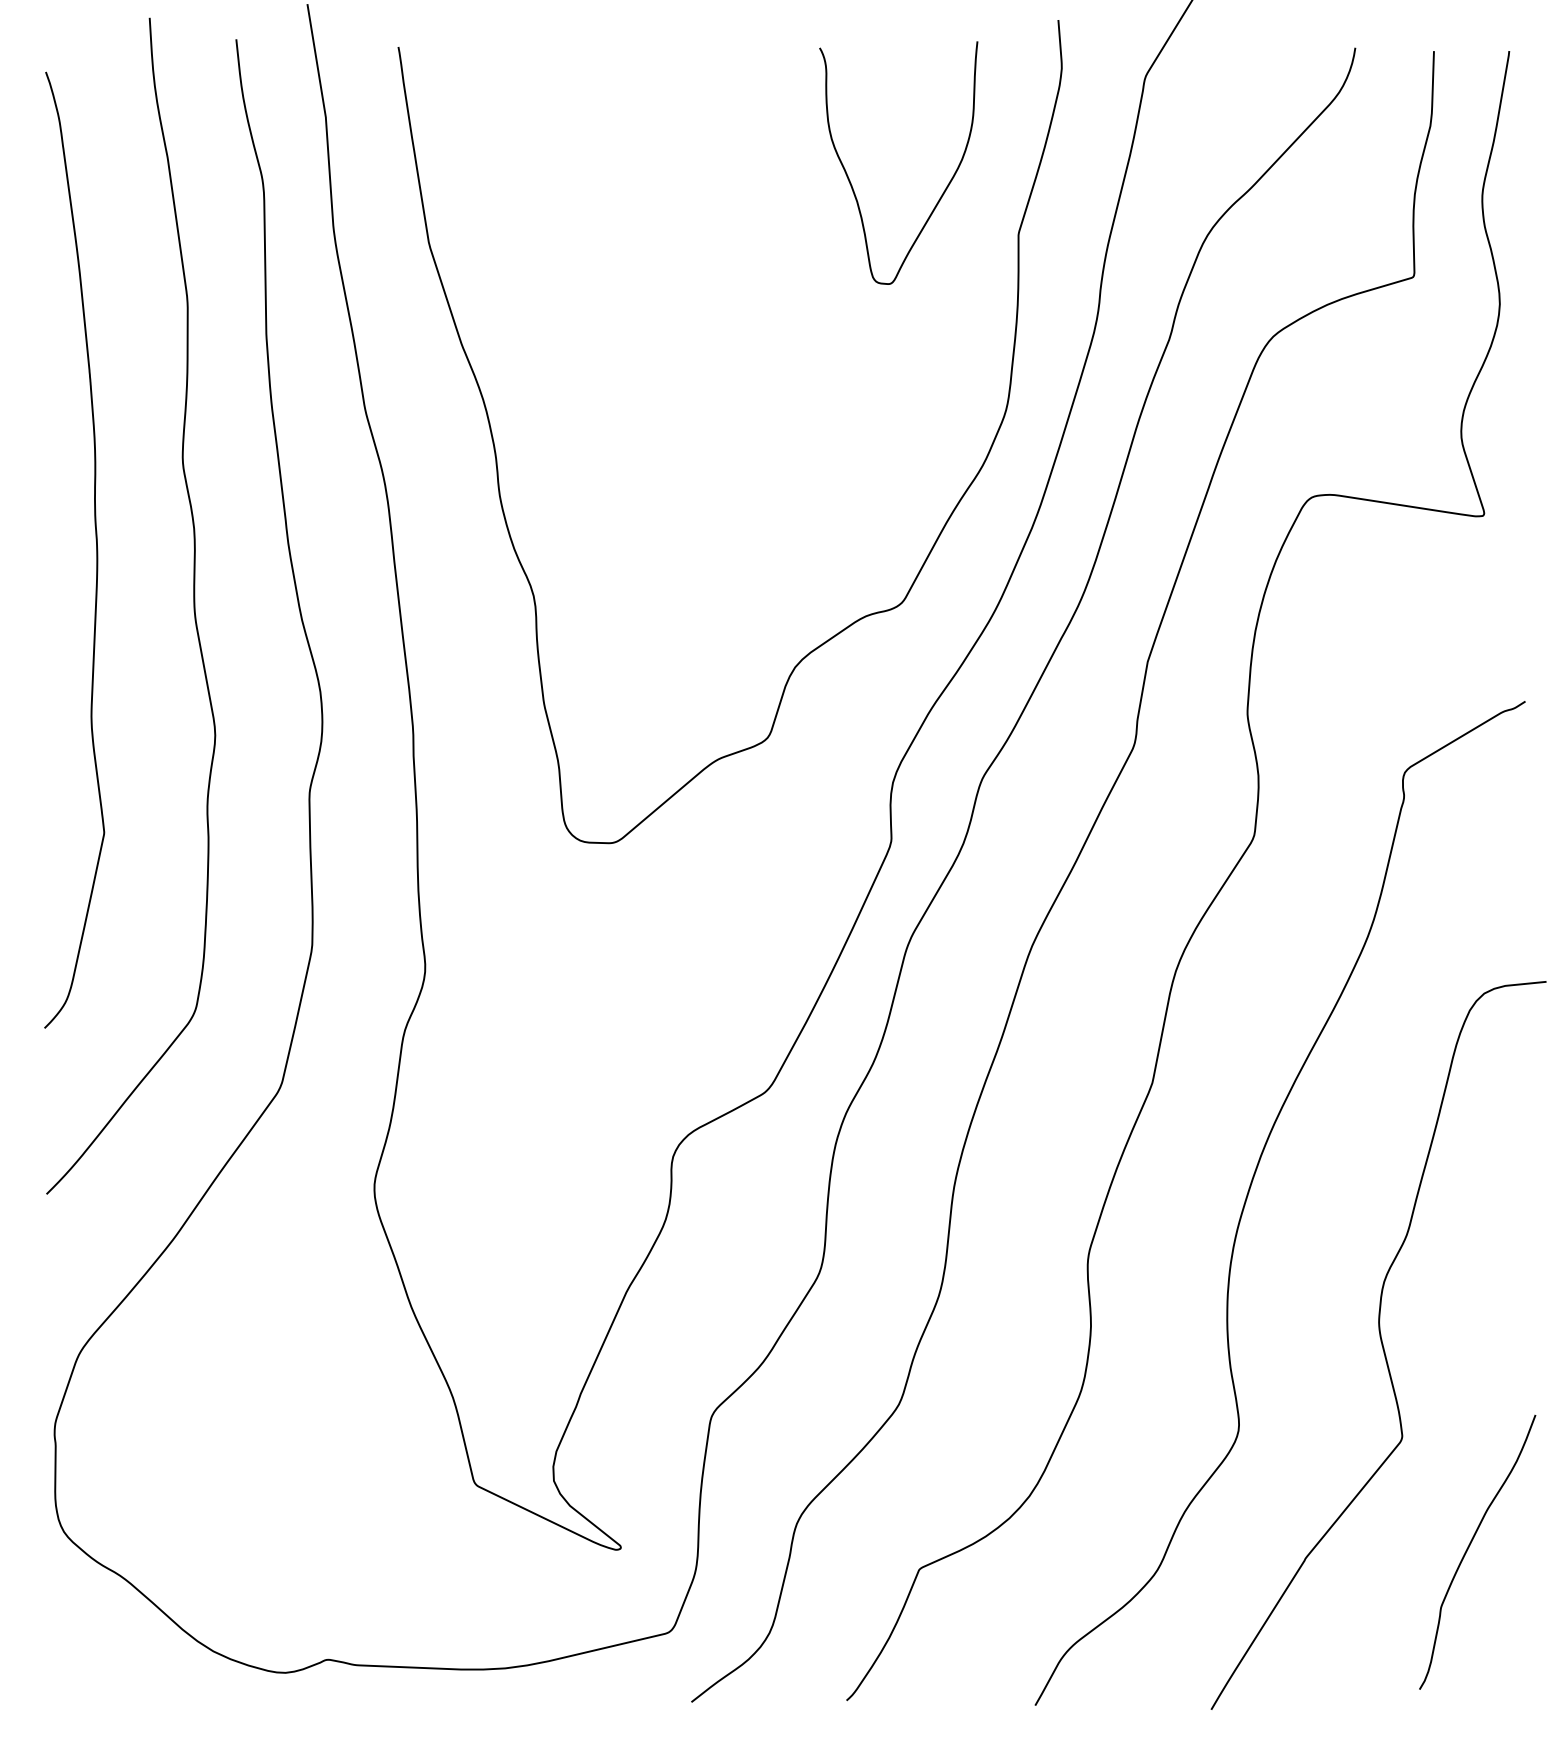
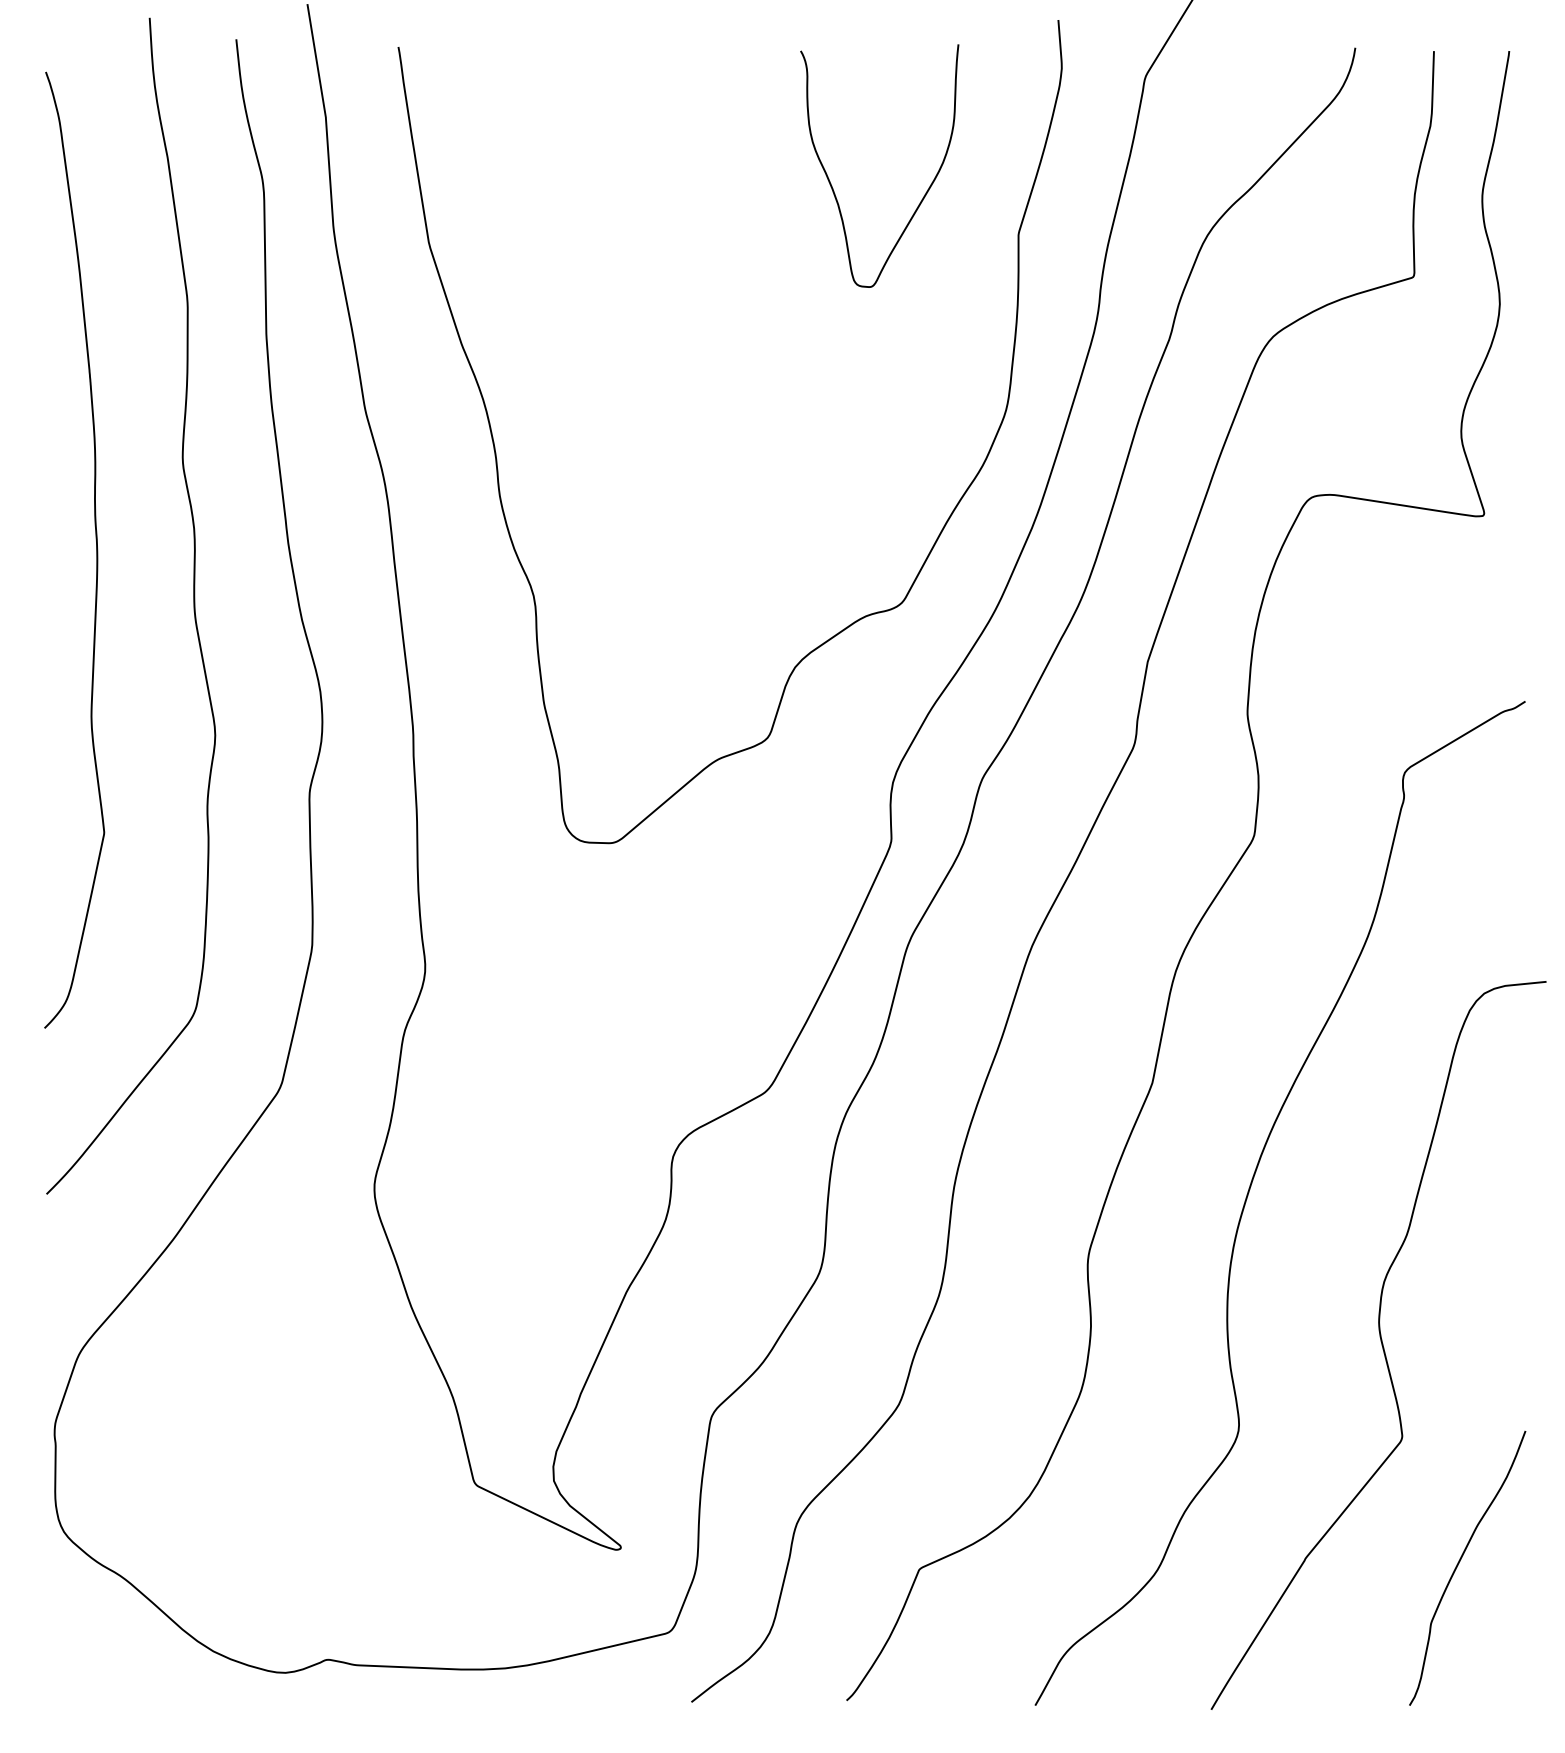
curve at (850, 180) position: (850, 180) -> (831, 183)
curve at (1469, 1547) position: (1469, 1547) -> (1459, 1563)
